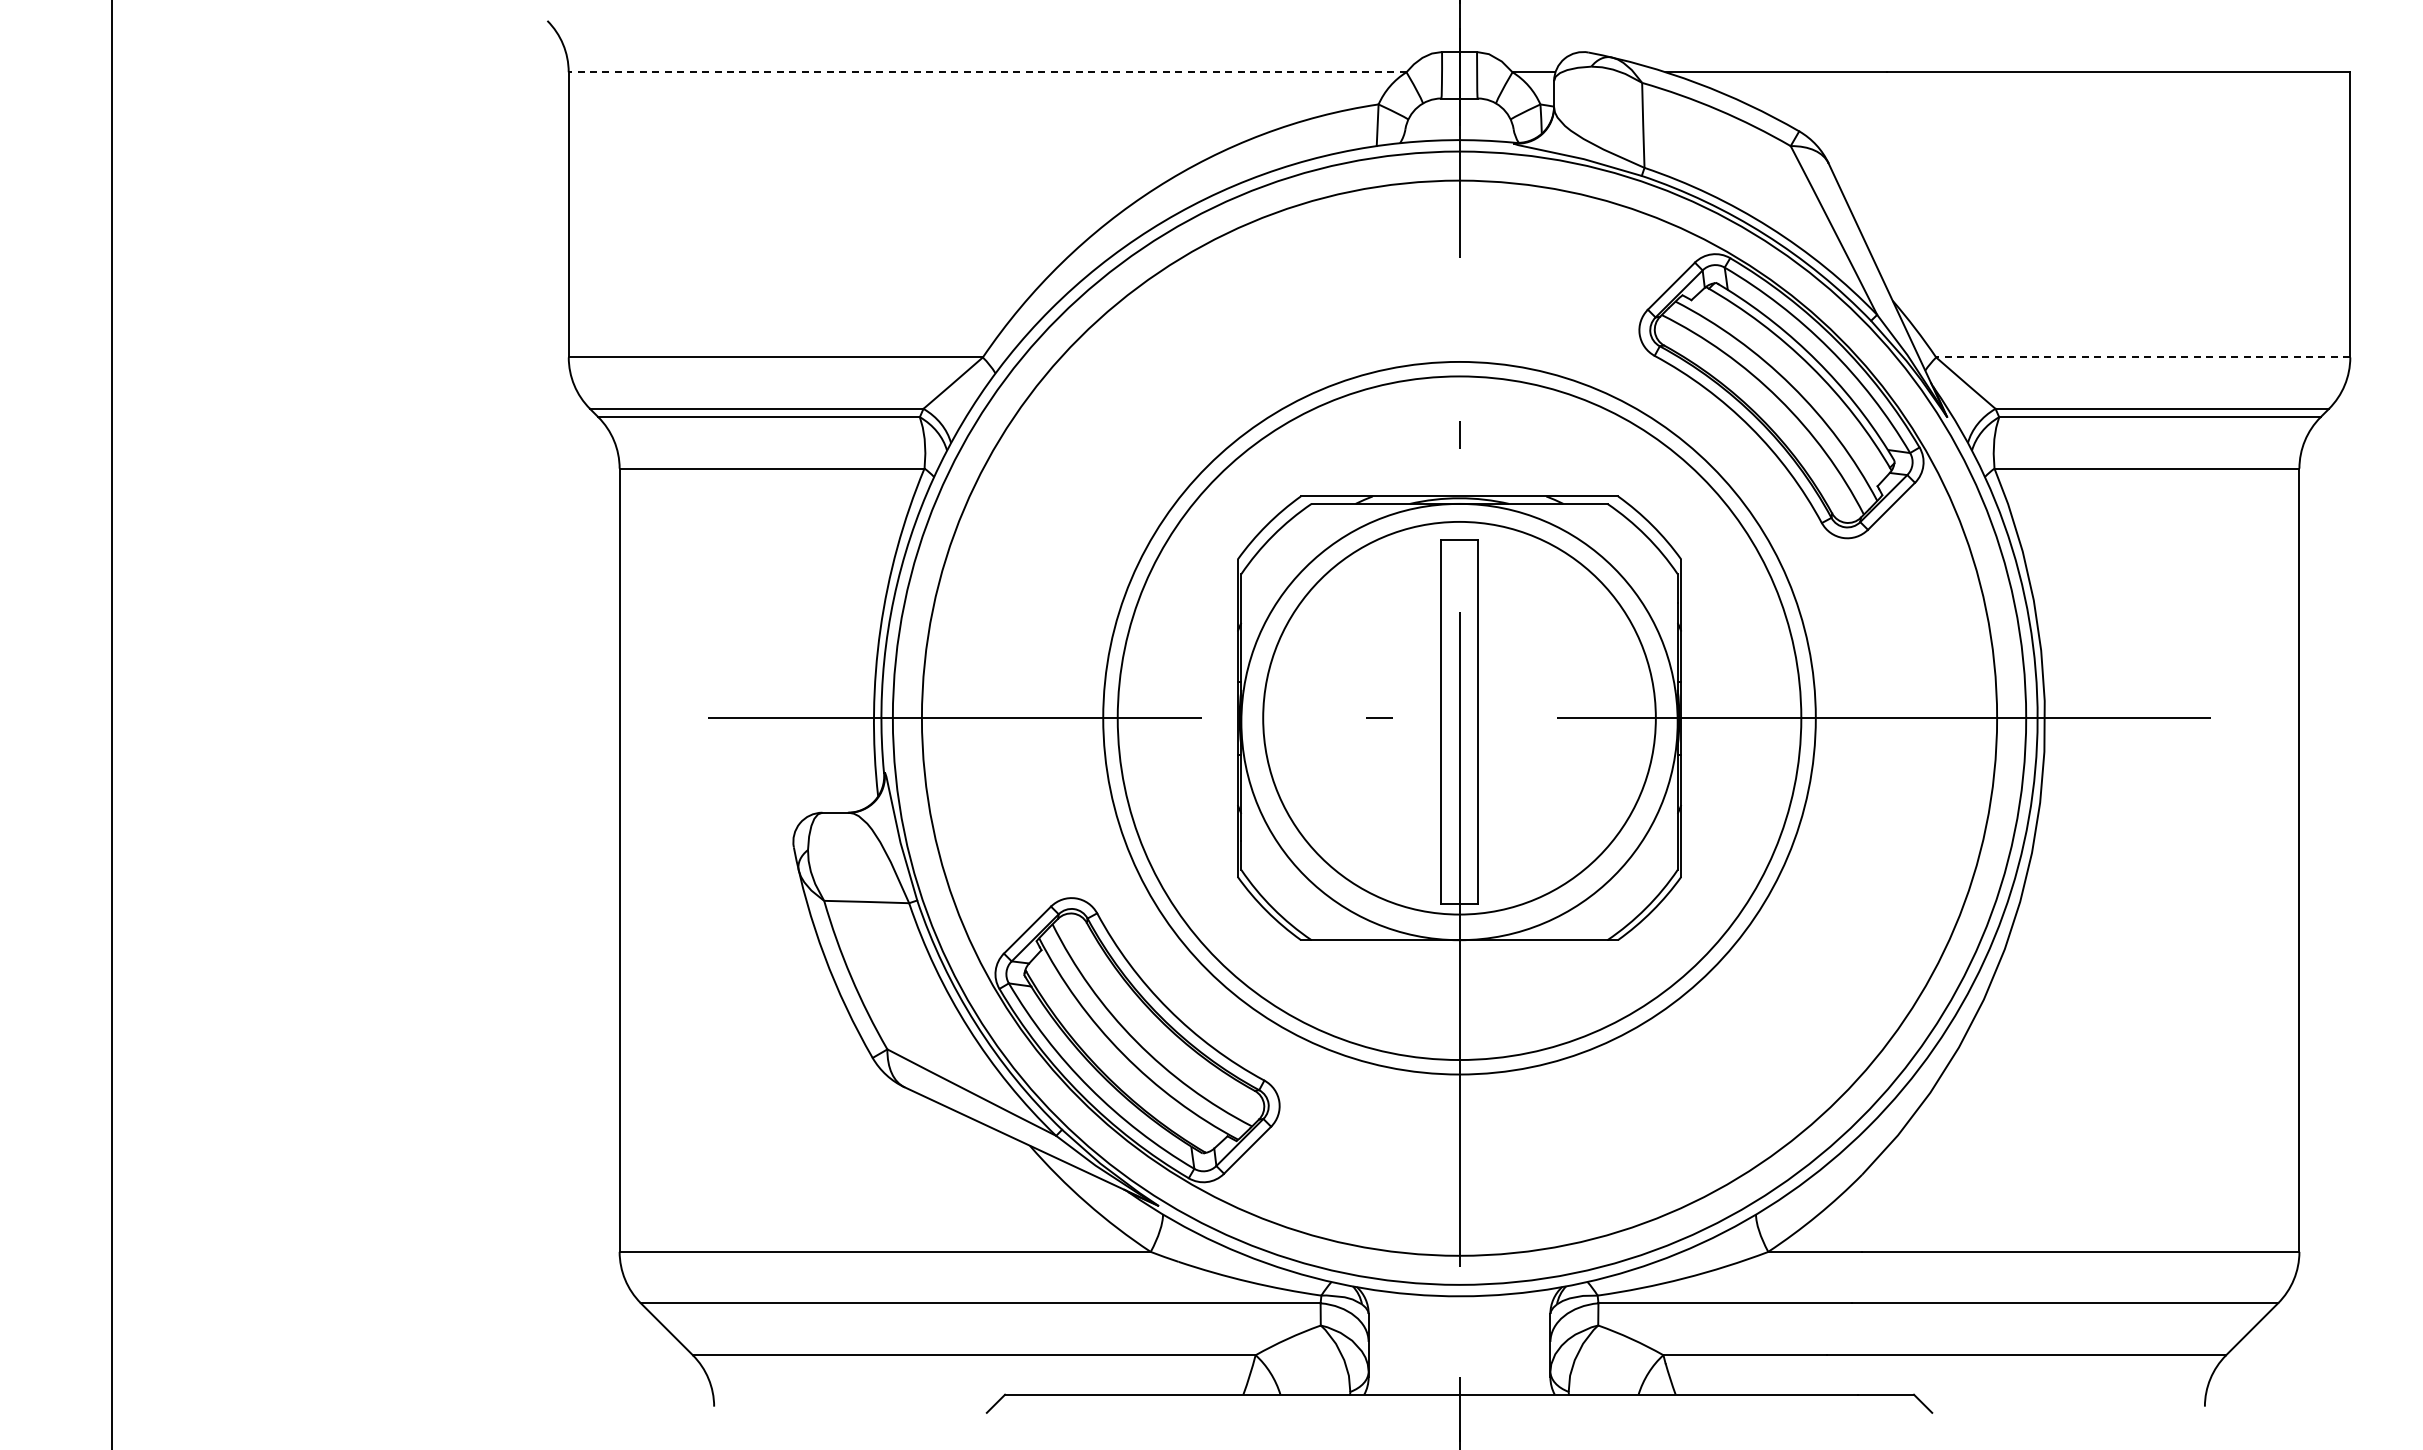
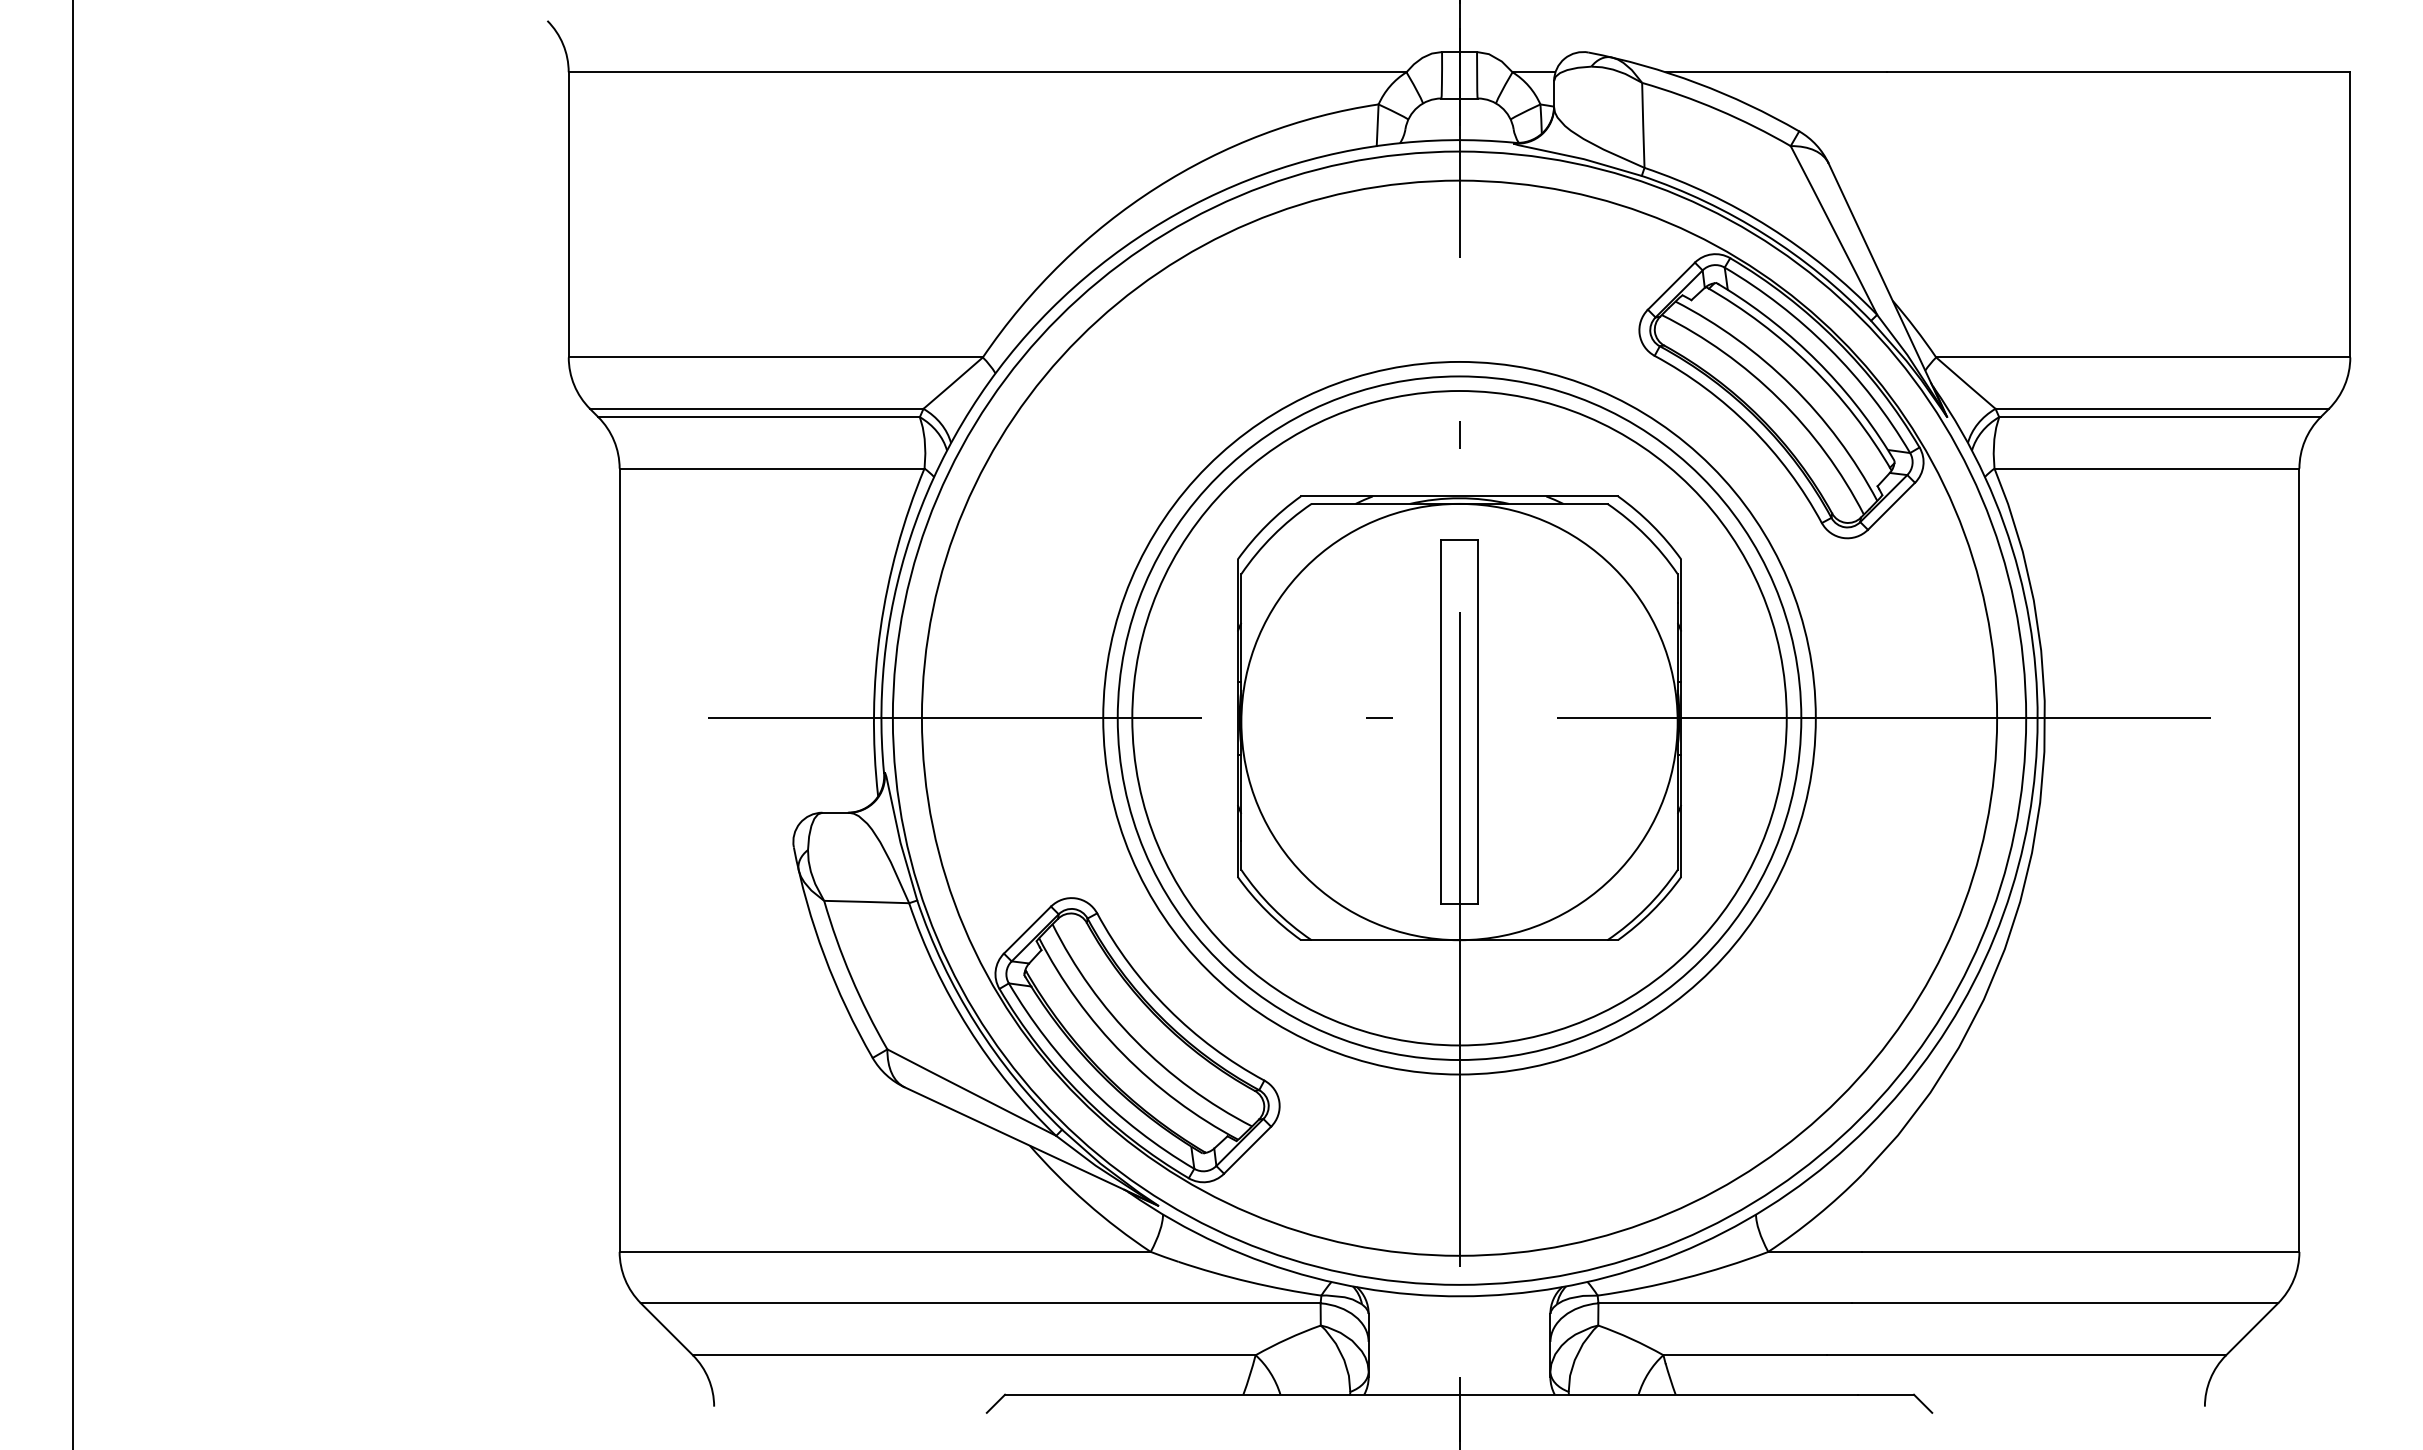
line at (987, 72): dashed -> solid
line at (2142, 357): dashed -> solid
circle at (1459, 717) diameter: 393 px -> 654 px
line at (111, 724) position: (111, 724) -> (72, 724)
